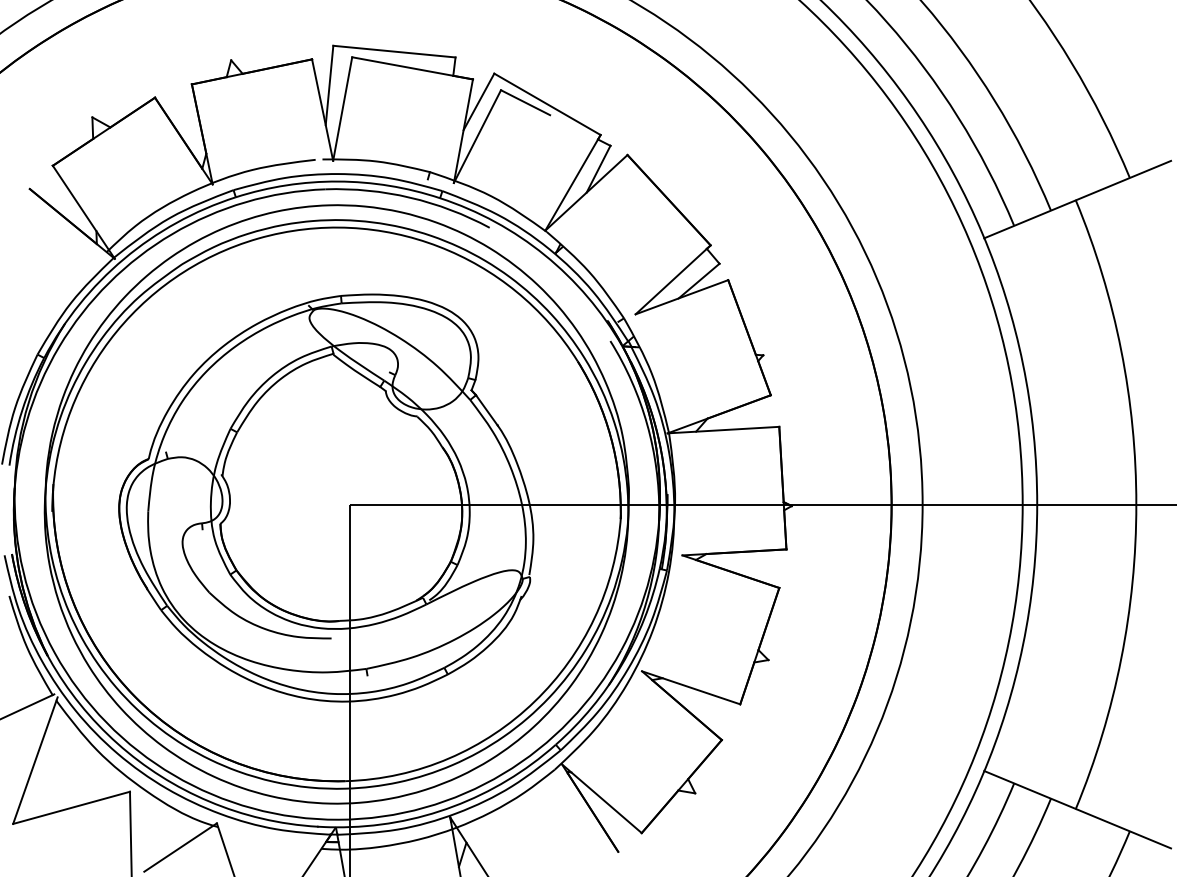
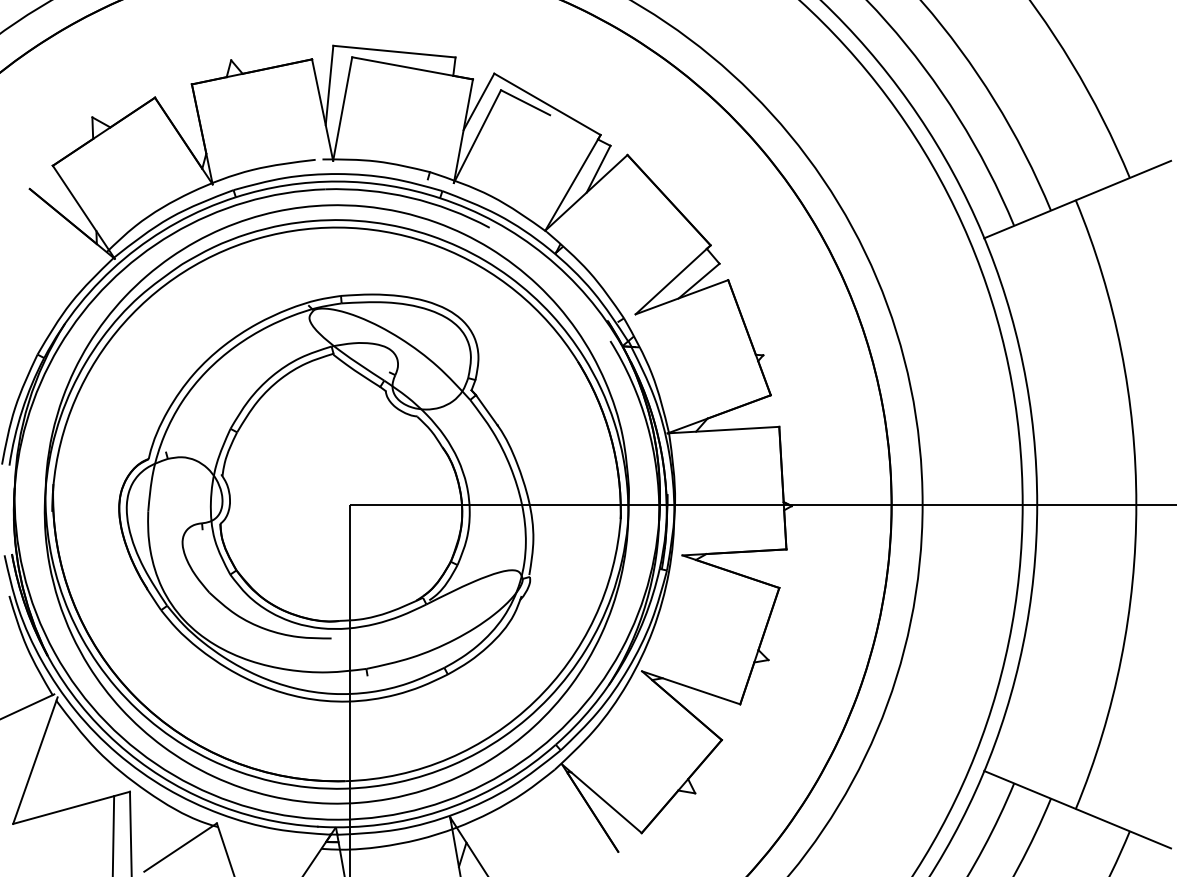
line at (113, 834): none -> present
